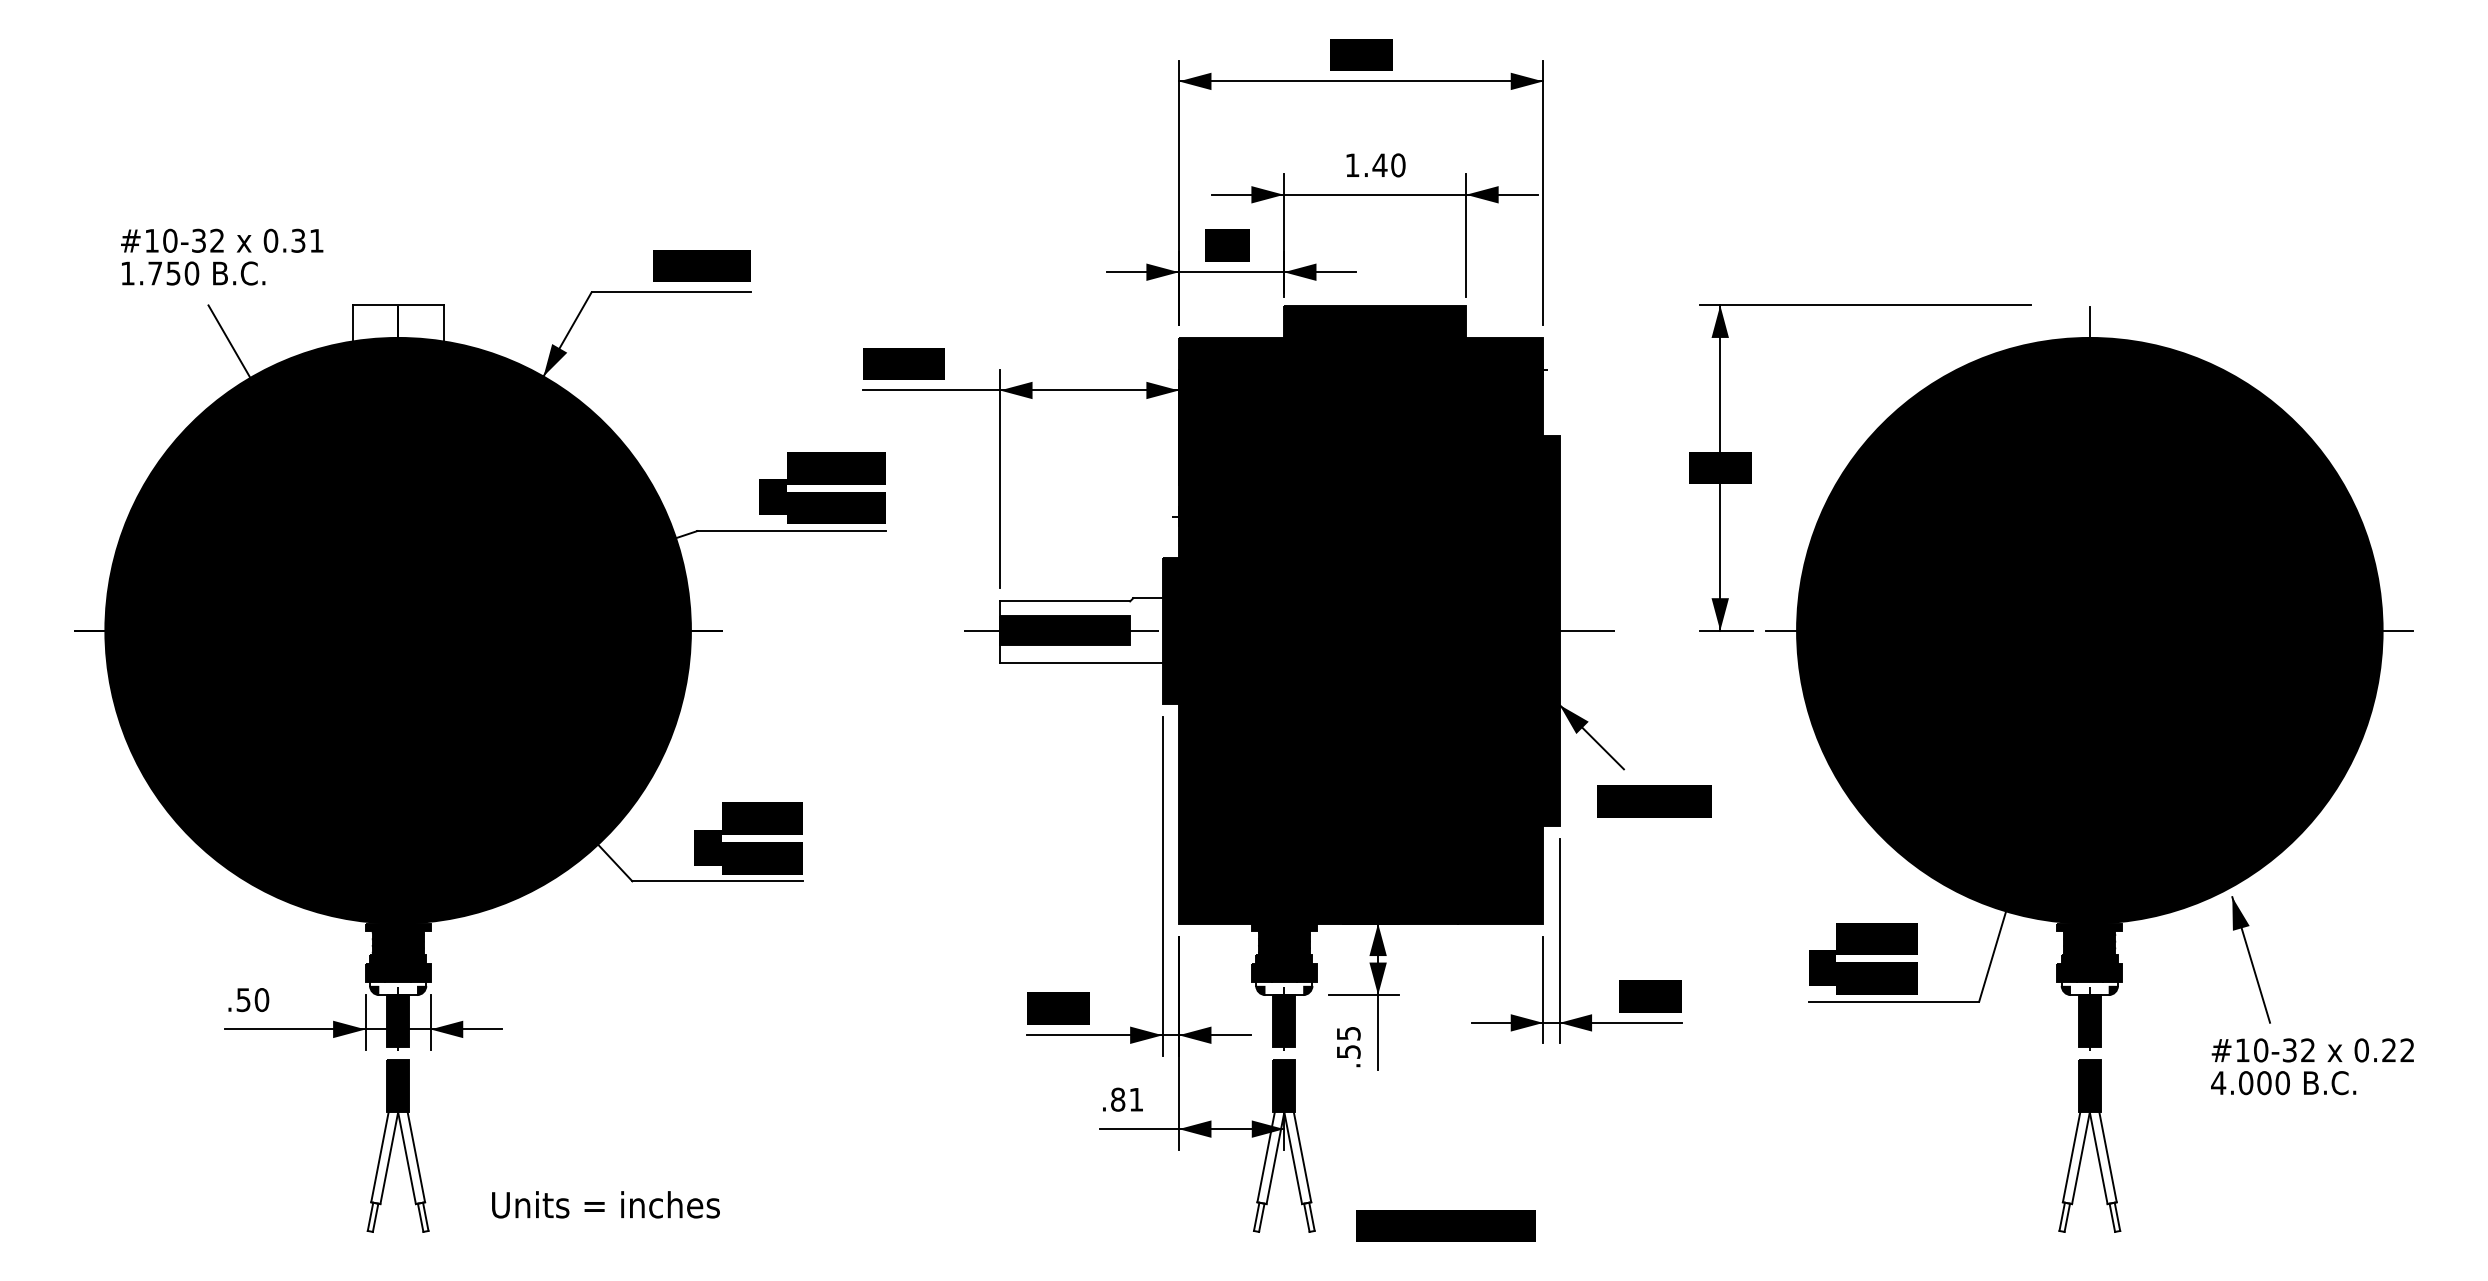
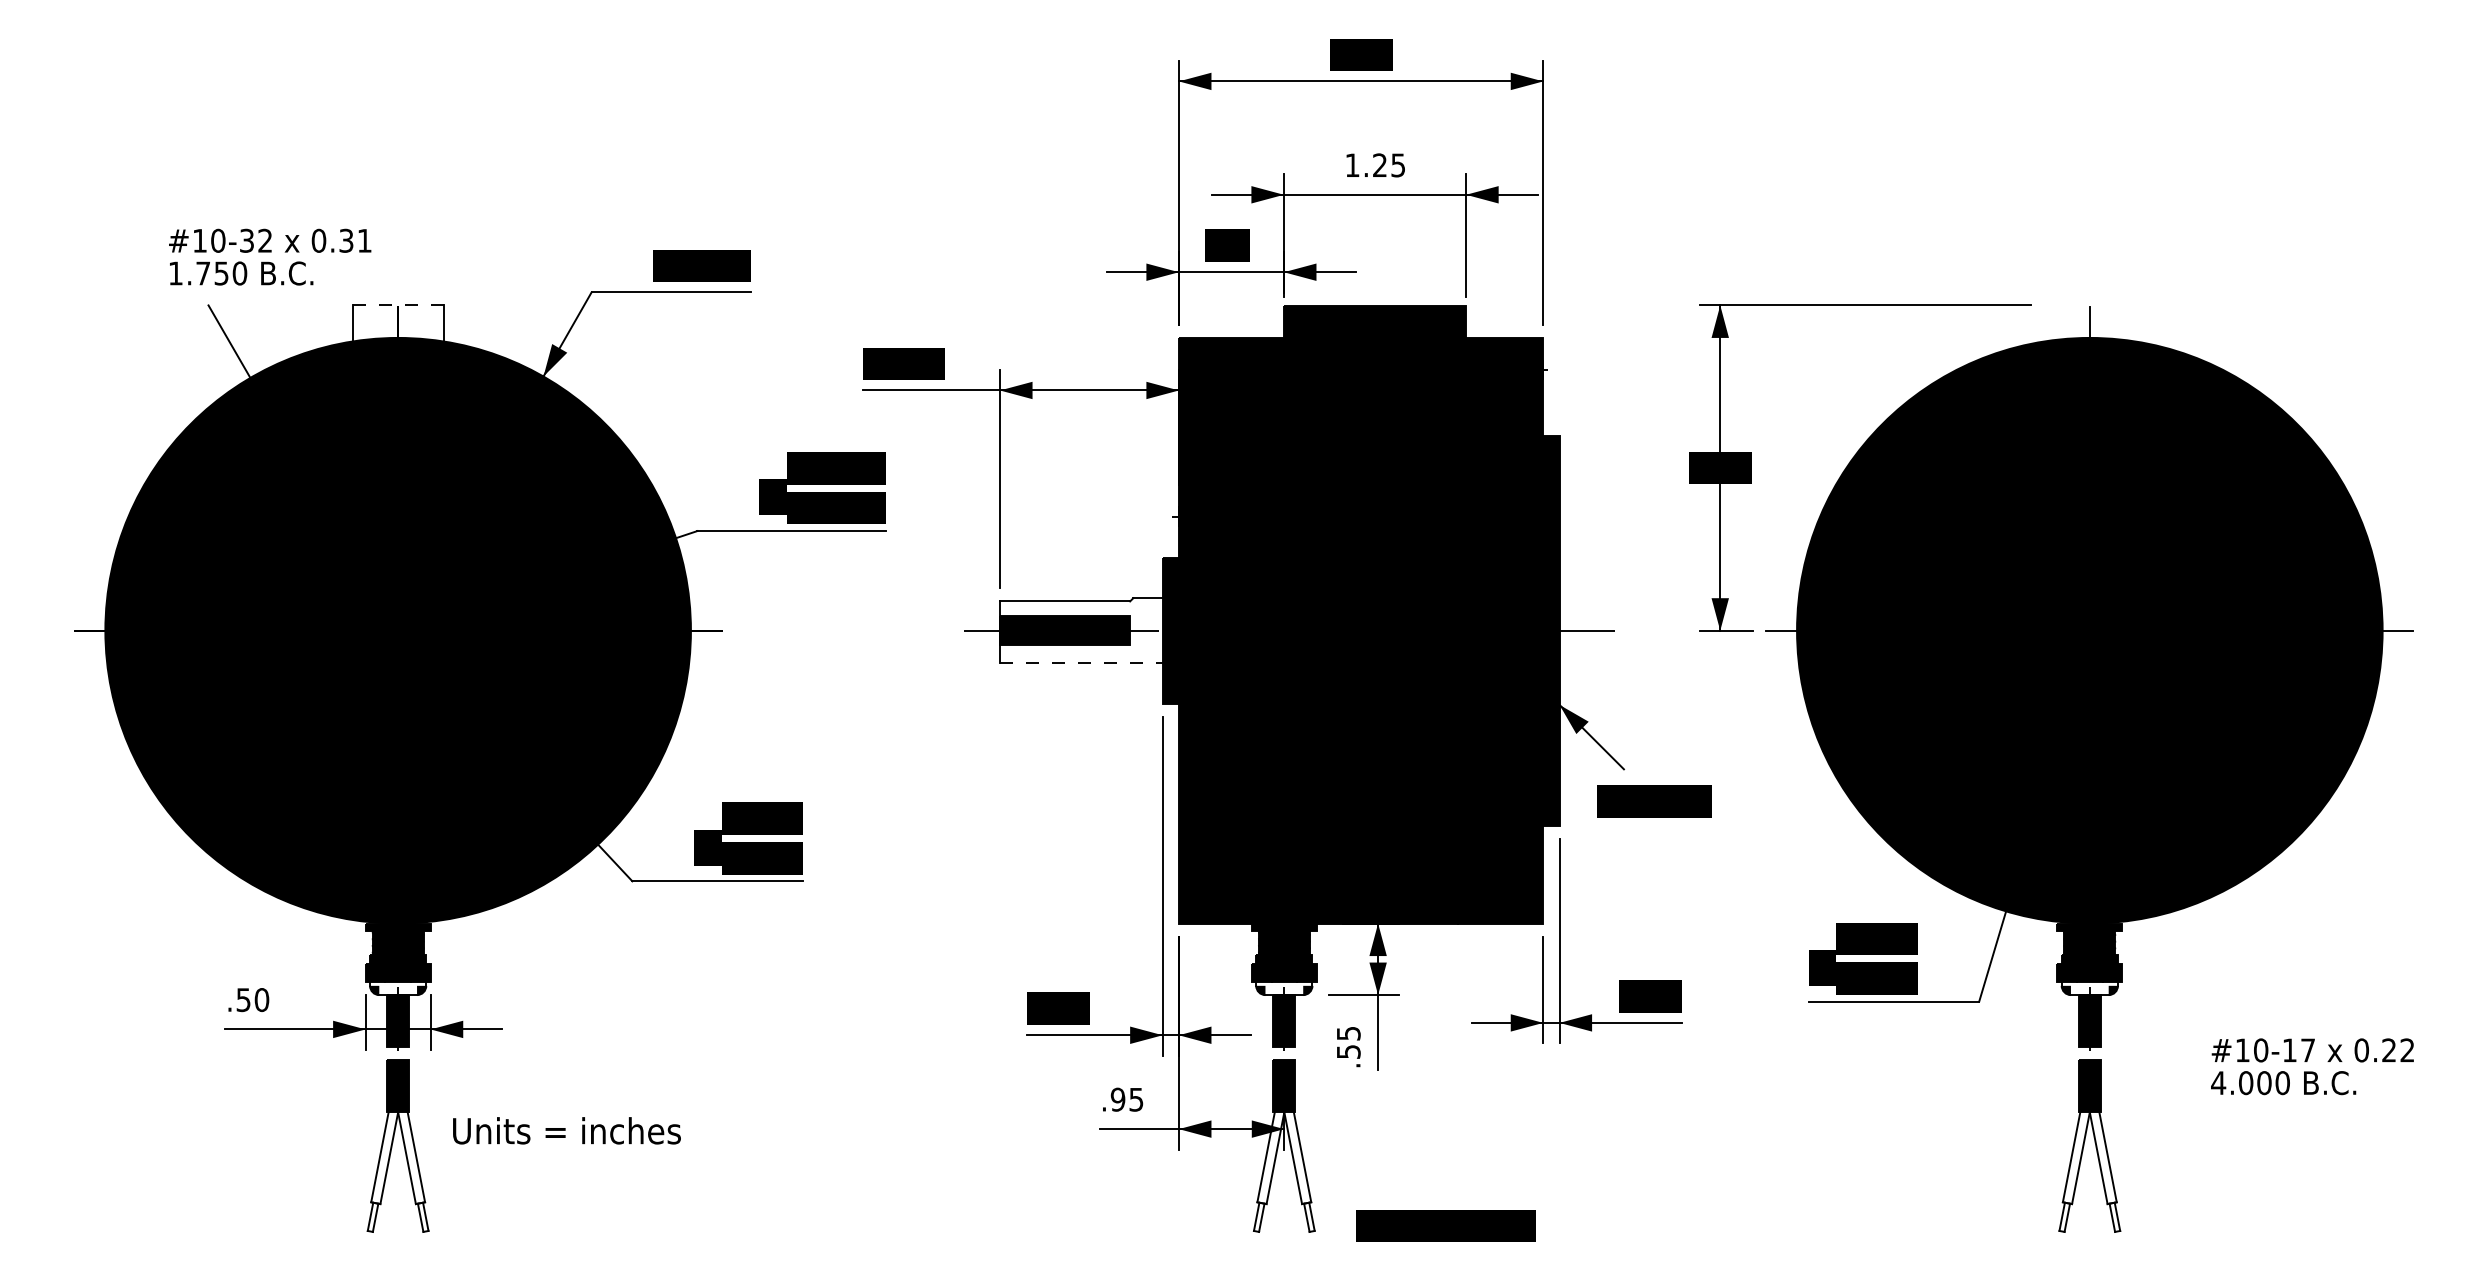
text at (1388, 165): 1.40 -> 1.25
text at (222, 256) position: (222, 256) -> (270, 256)
line at (398, 305): solid -> dashed
line at (1081, 663): solid -> dashed
part at (2250, 959): present -> none
text at (2298, 1050): #10-32 -> #10-17
text at (1126, 1099): .81 -> .95
text at (605, 1204) position: (605, 1204) -> (566, 1130)
